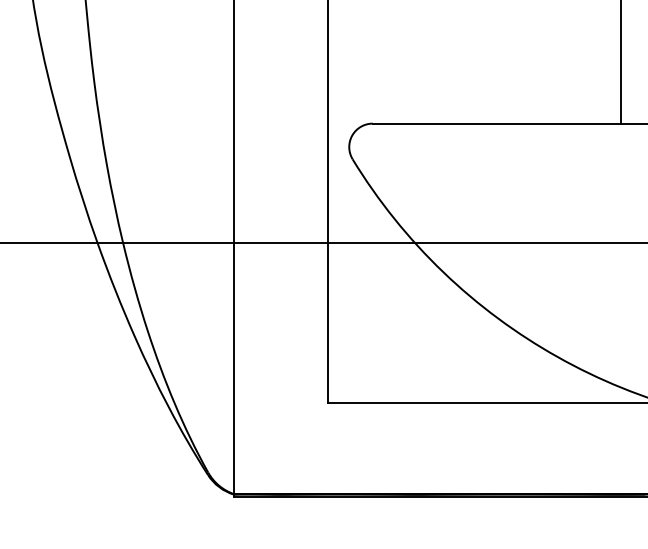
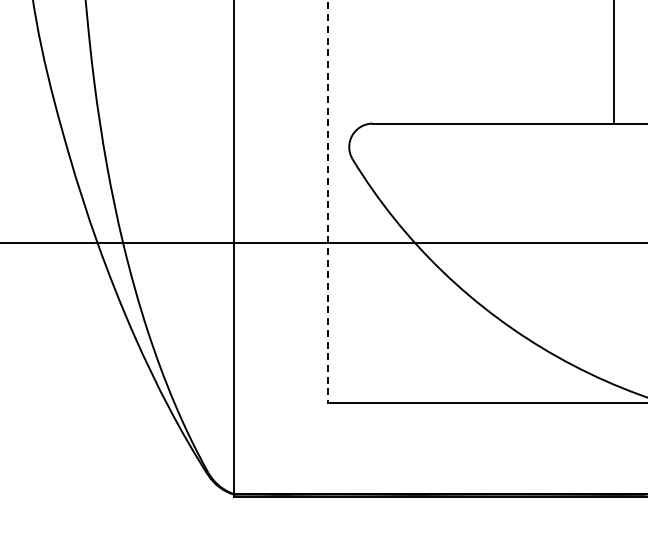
line at (621, 62) position: (621, 62) -> (614, 62)
line at (327, 201): solid -> dashed
